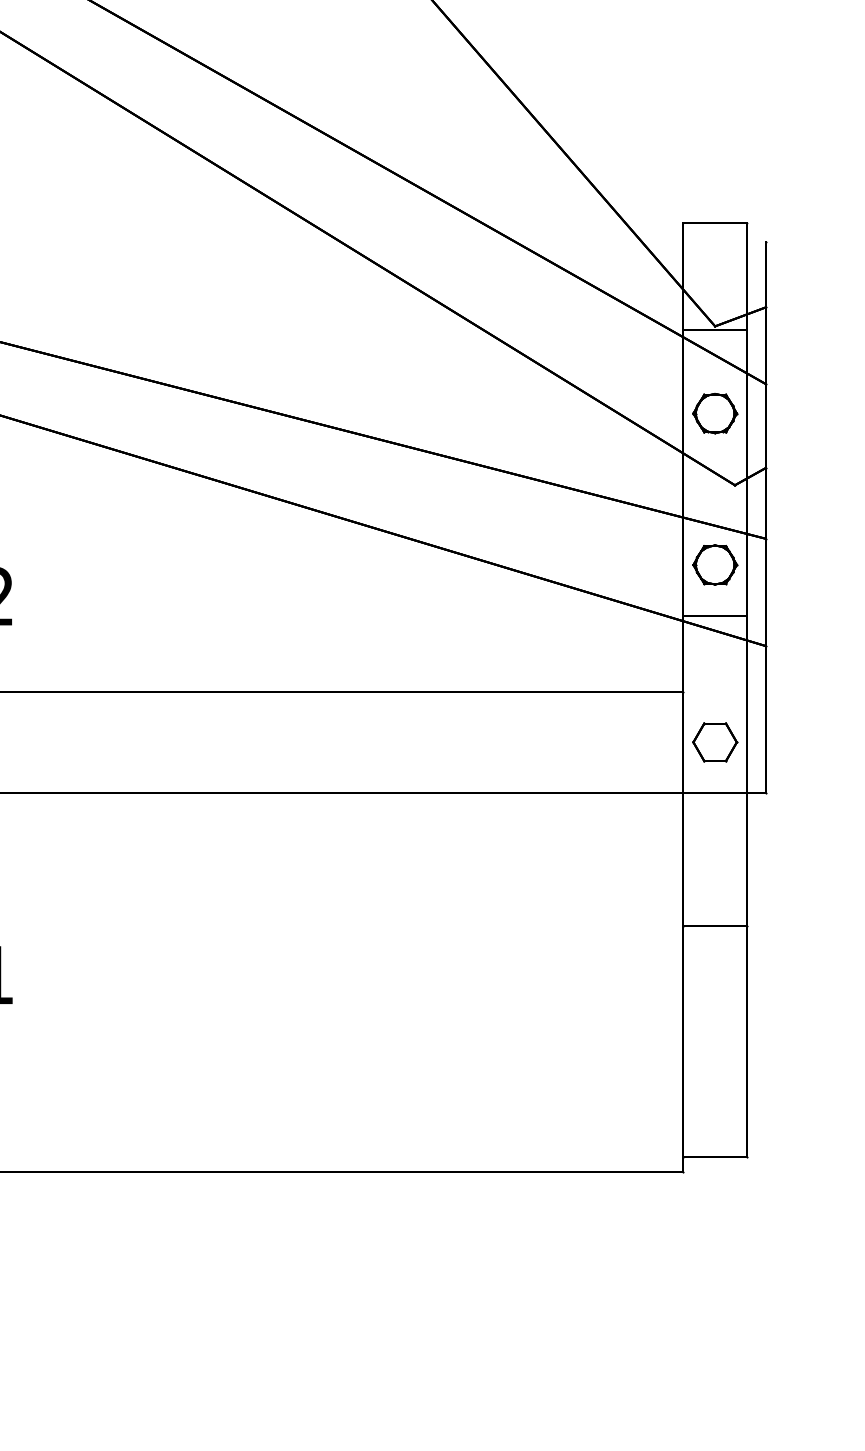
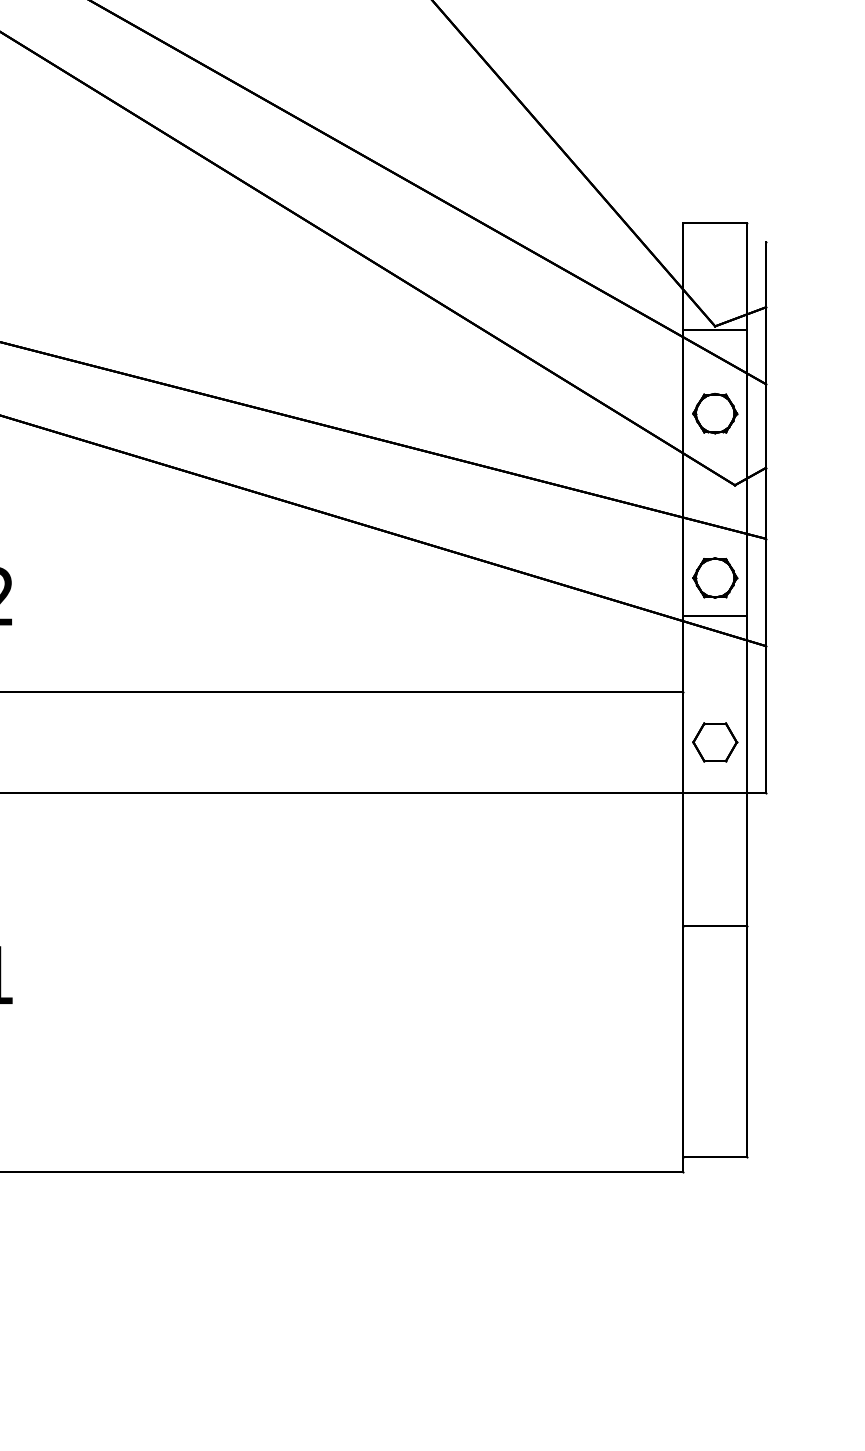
part at (715, 564) position: (715, 564) -> (715, 577)
